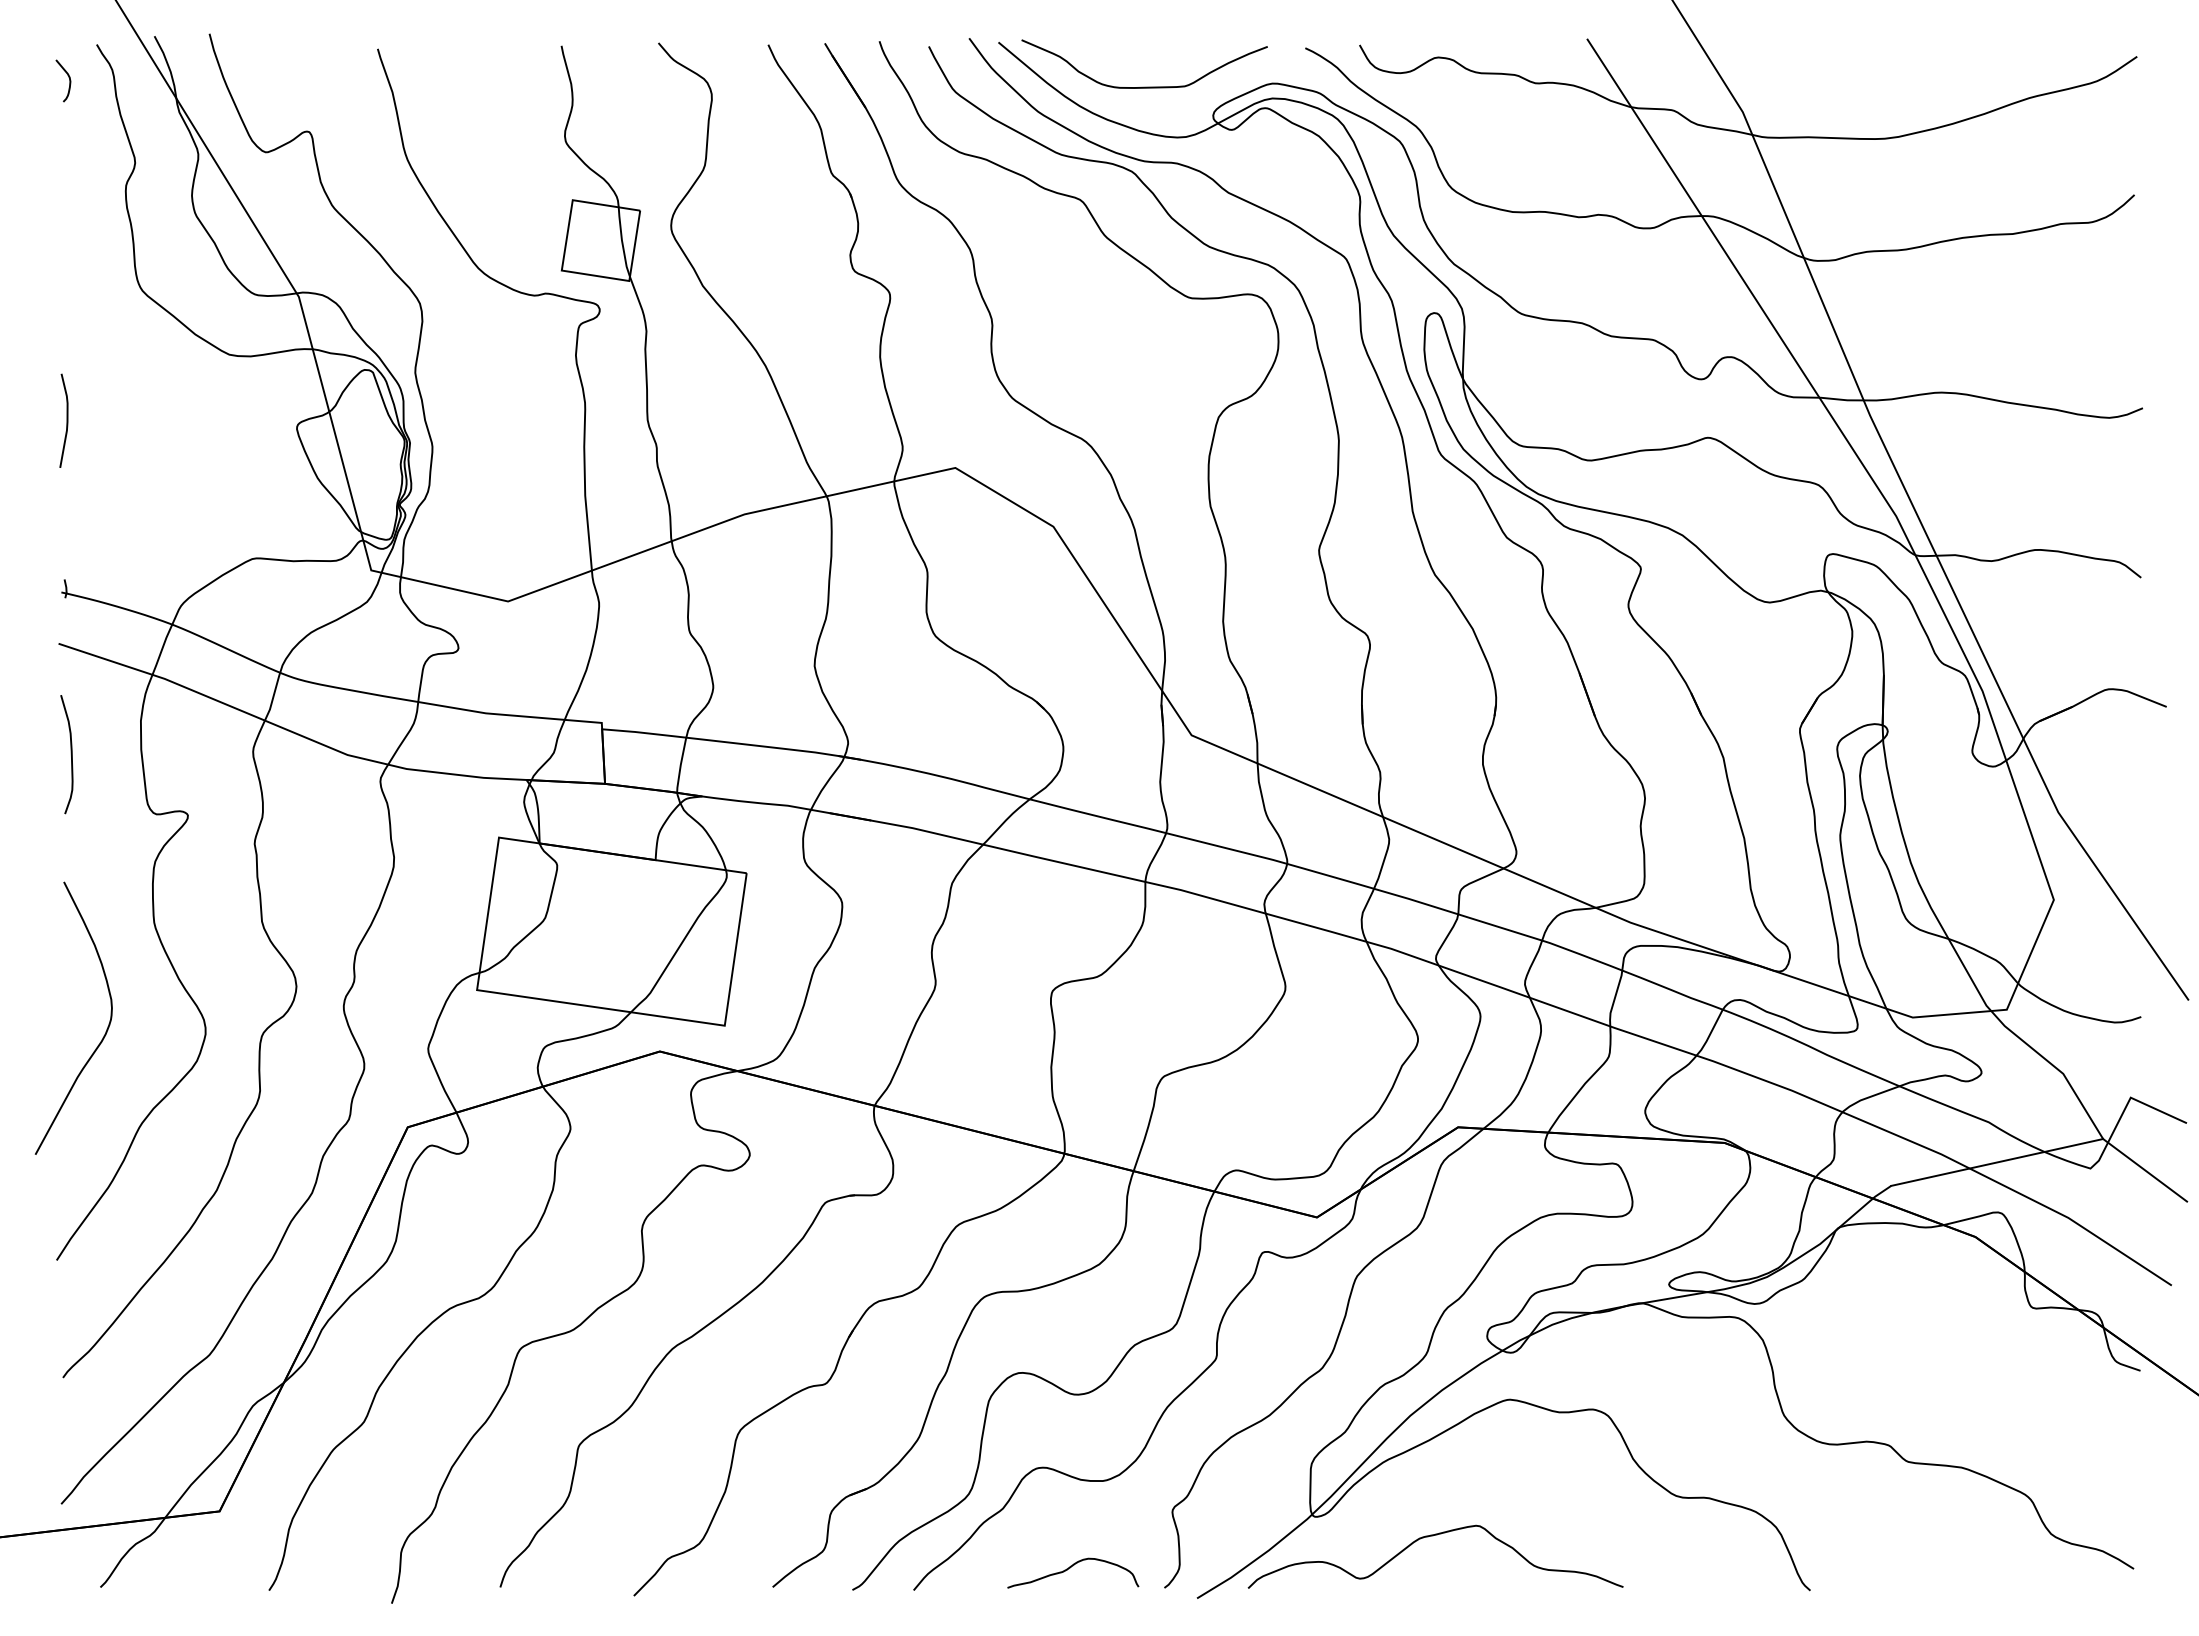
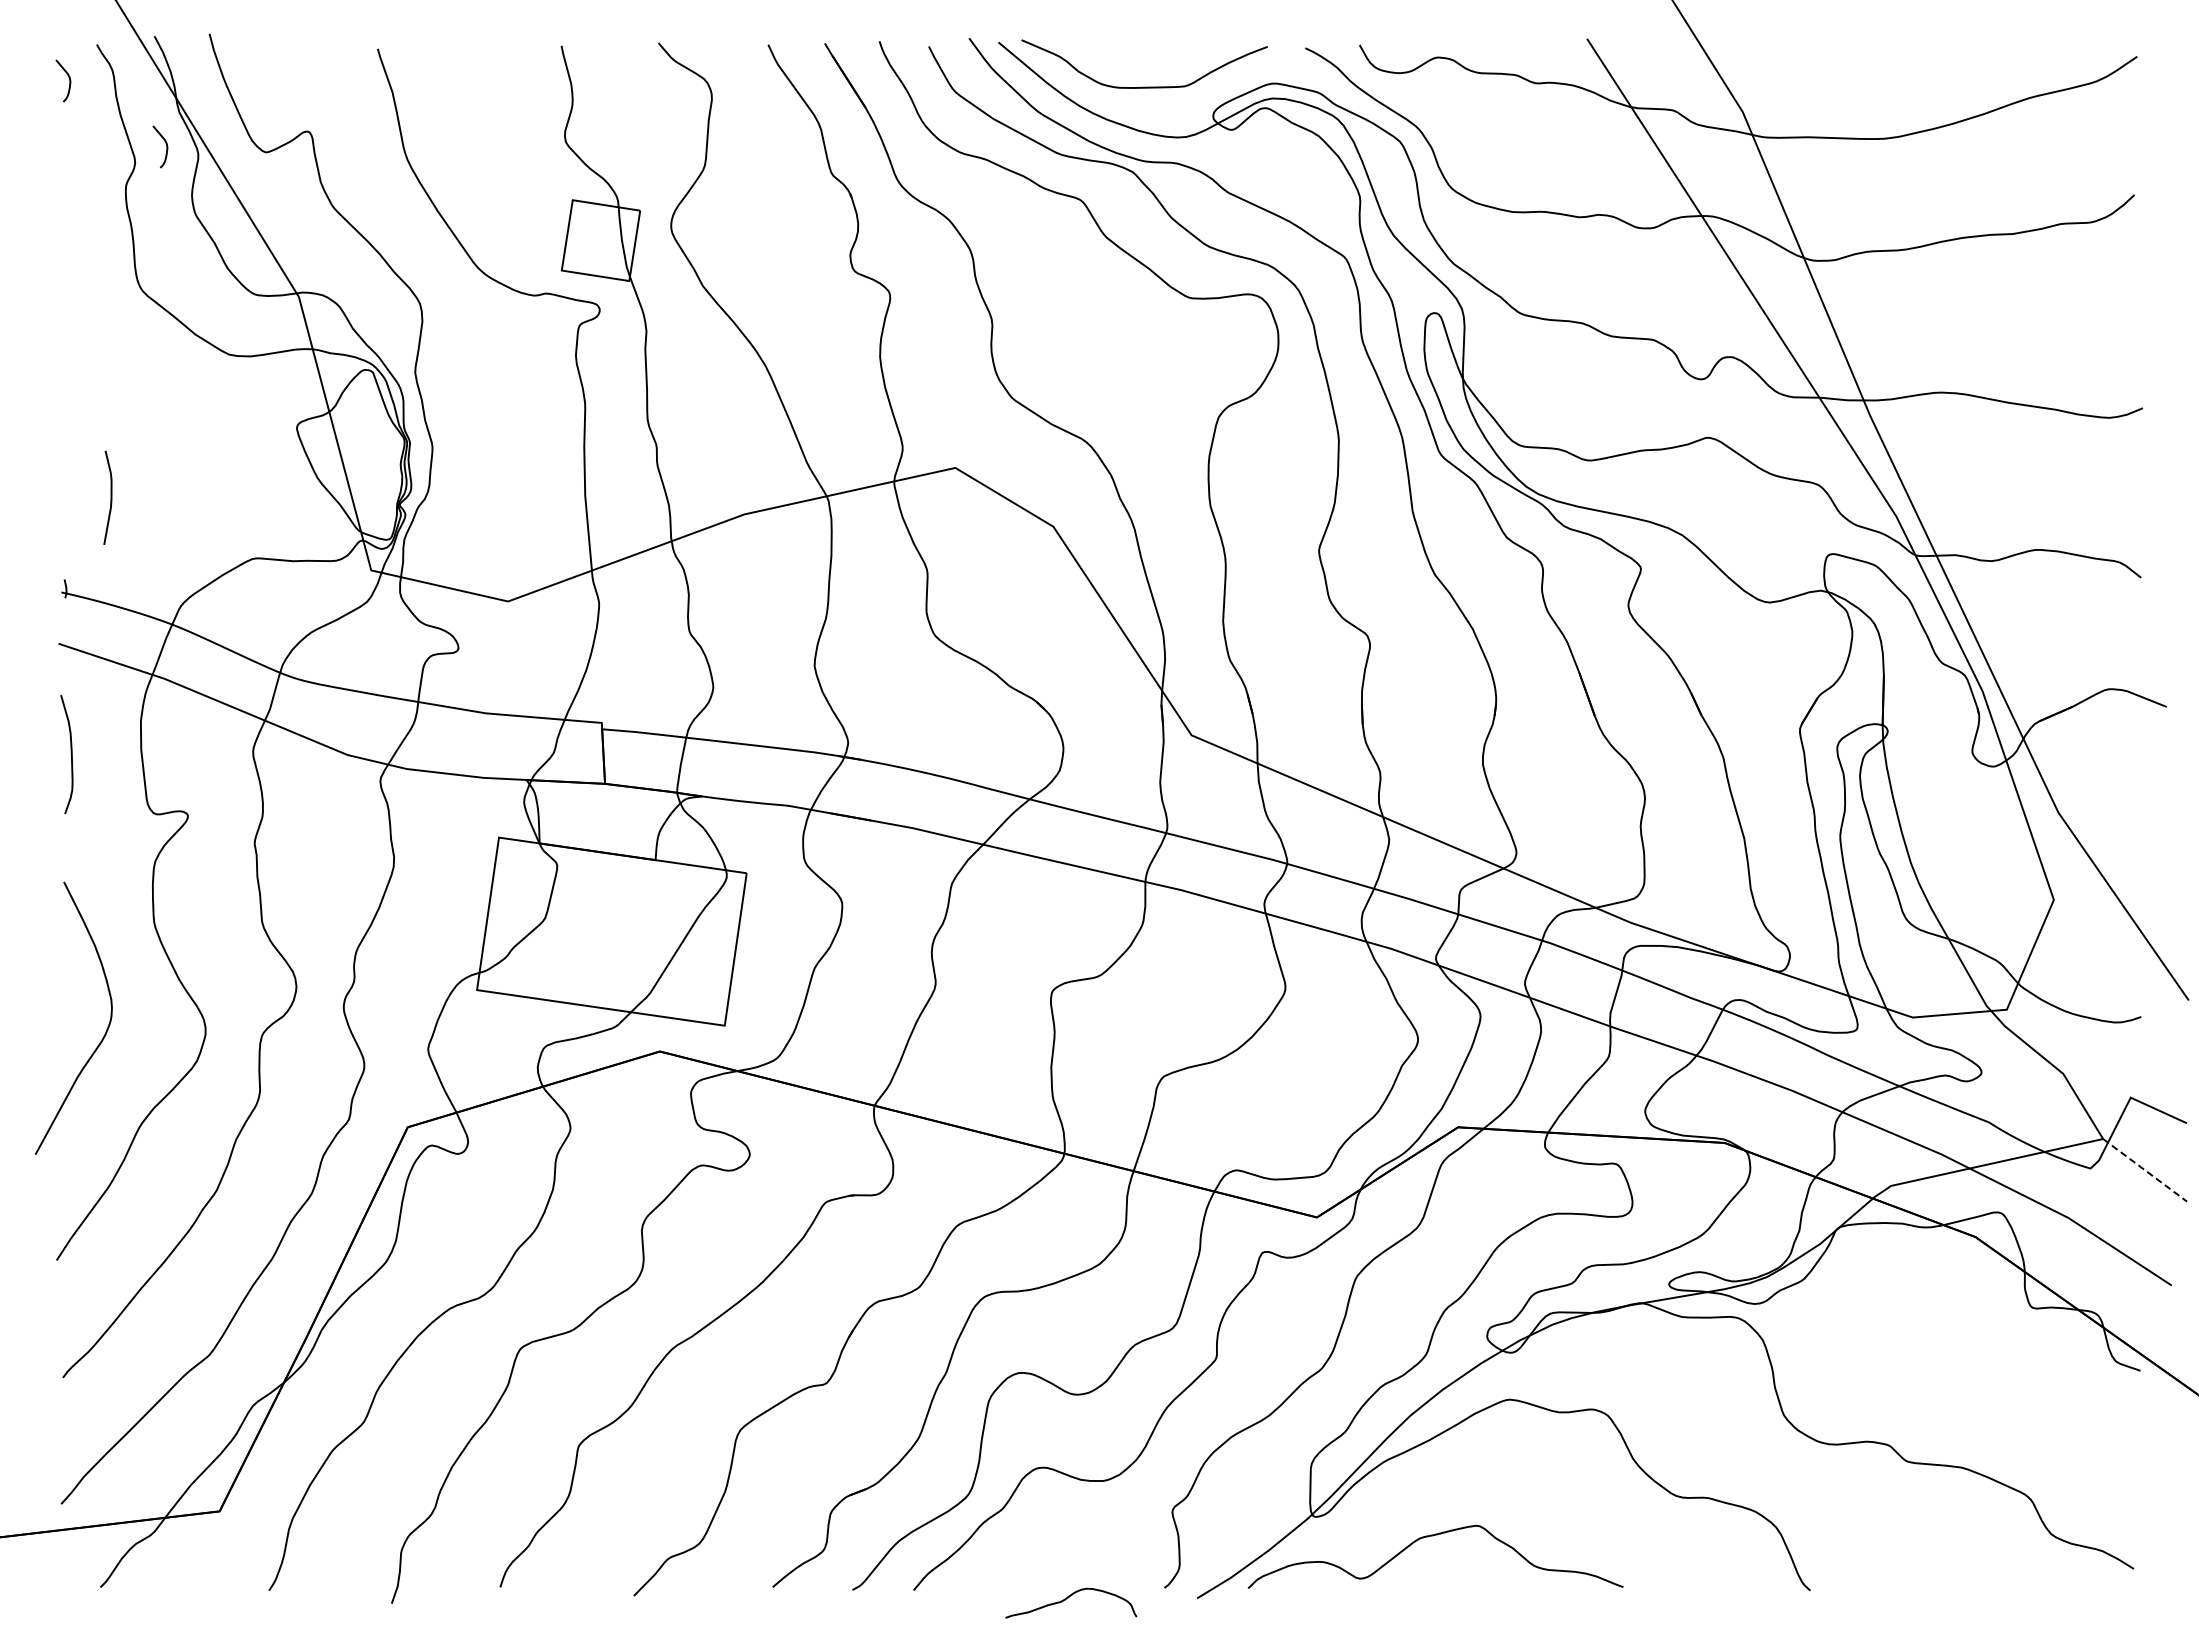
curve at (165, 143): none -> present
curve at (66, 420) position: (66, 420) -> (110, 497)
line at (2145, 1170): solid -> dashed
curve at (1070, 1568) position: (1070, 1568) -> (1068, 1598)
